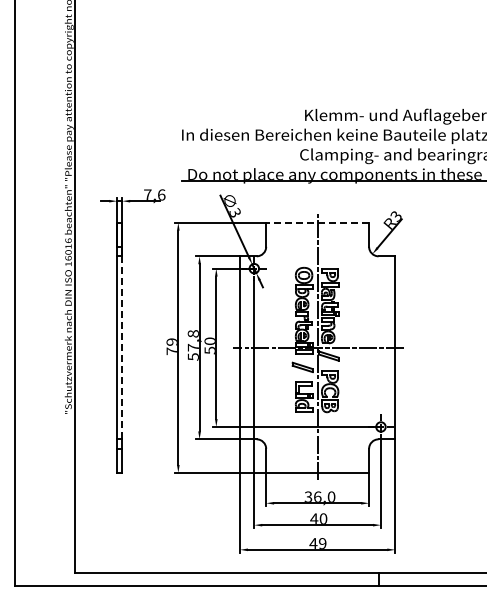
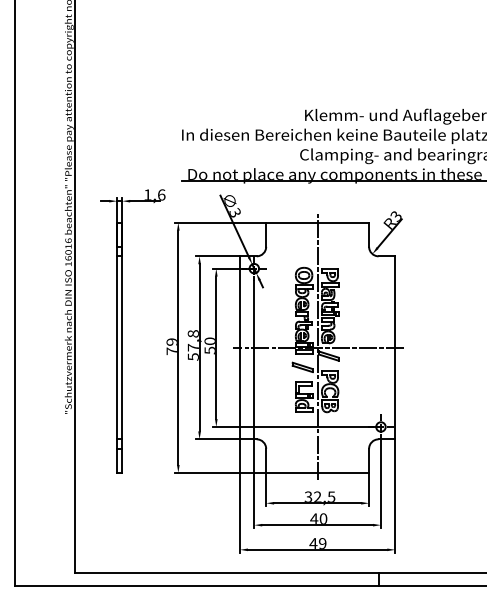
text at (147, 194): 7,6 -> 1,6
line at (317, 222): dashed -> solid
line at (122, 347): dashed -> solid
text at (324, 496): 36,0 -> 32,5
